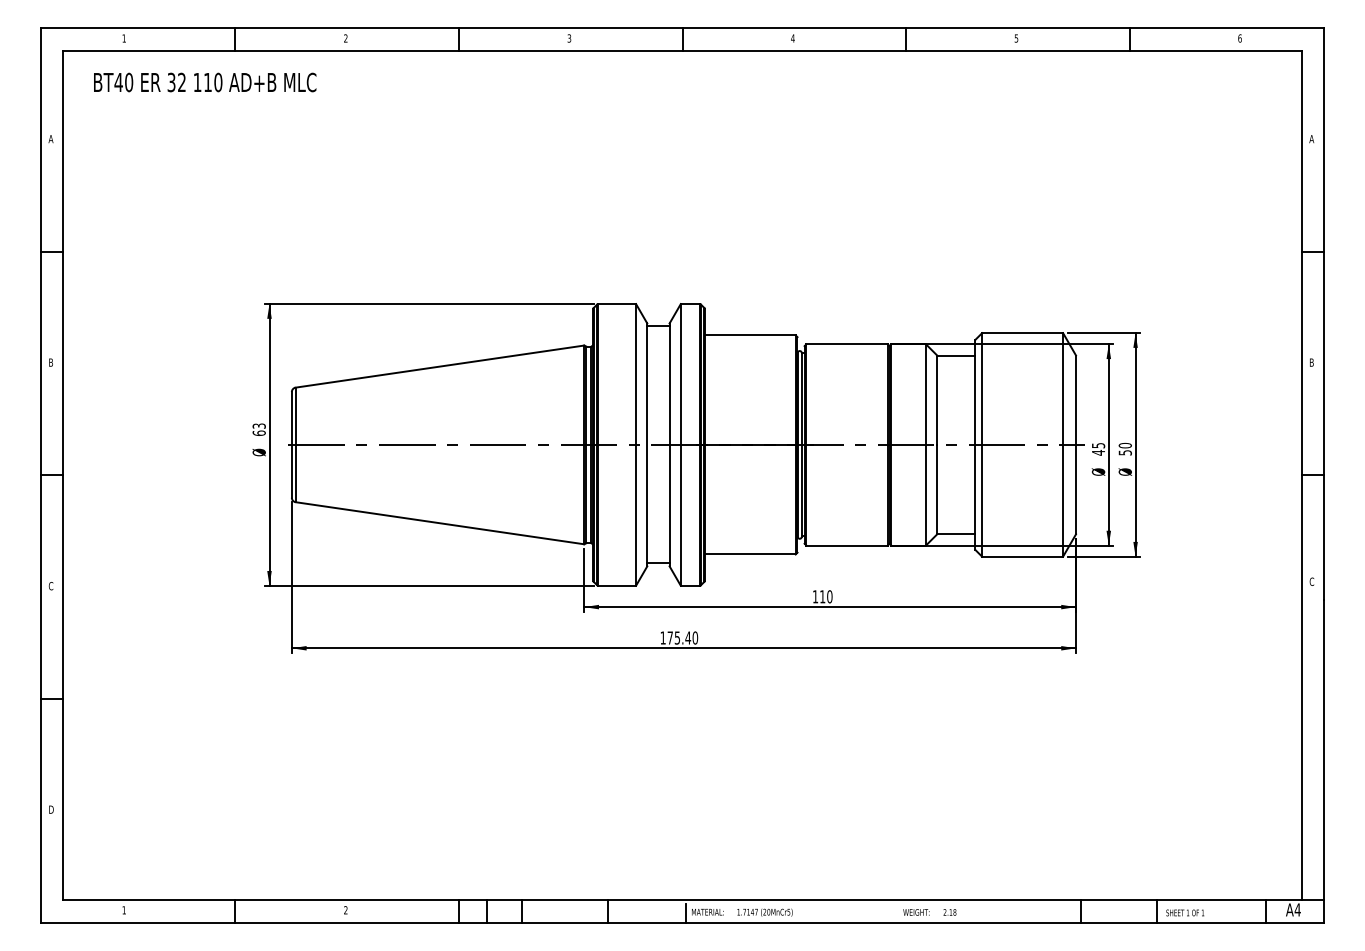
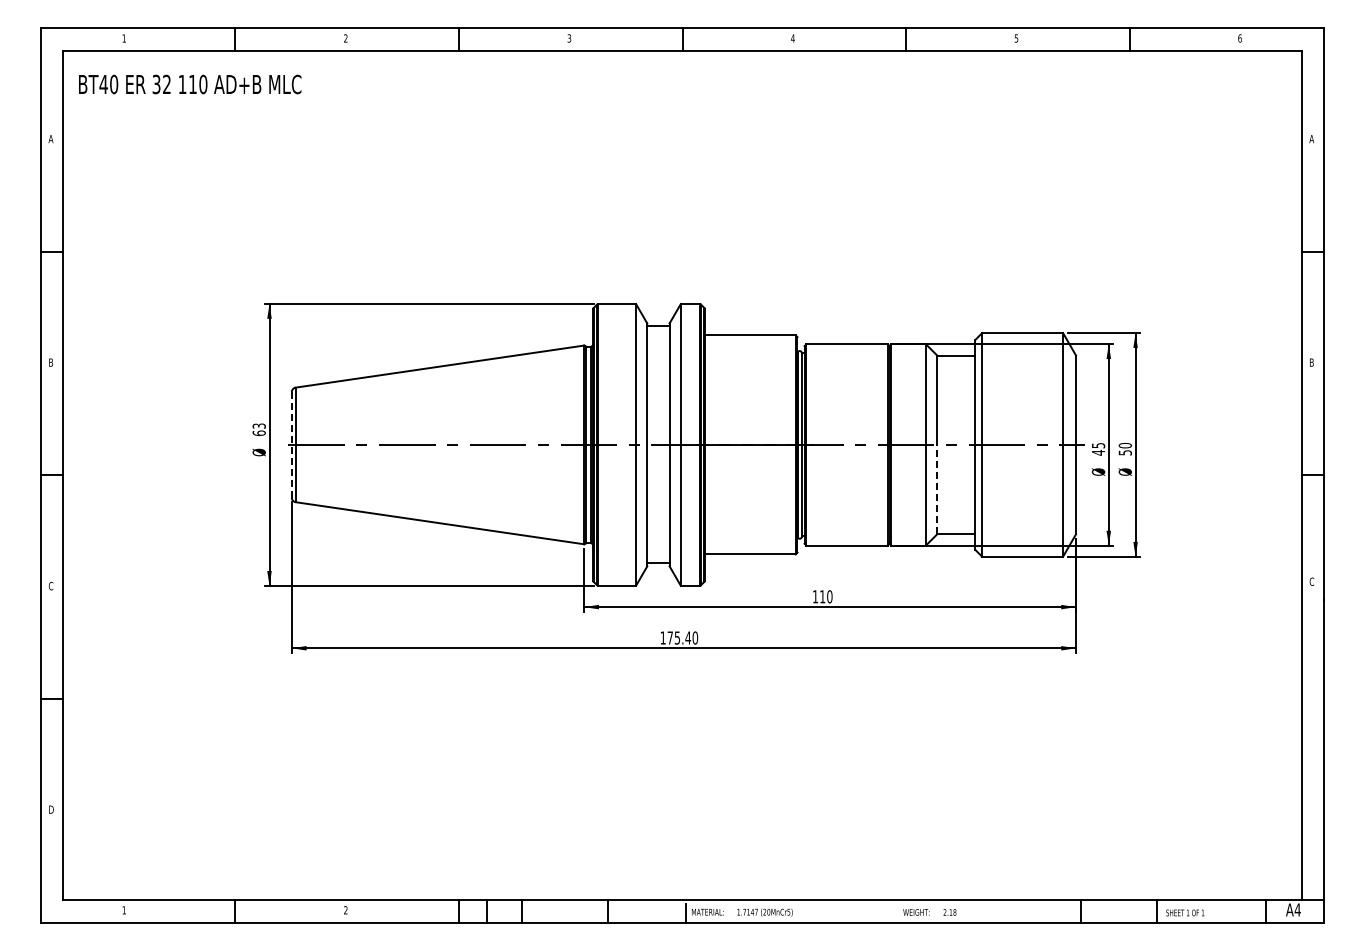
text at (205, 82) position: (205, 82) -> (190, 84)
line at (291, 444): solid -> dashed
line at (937, 489): solid -> dashed
